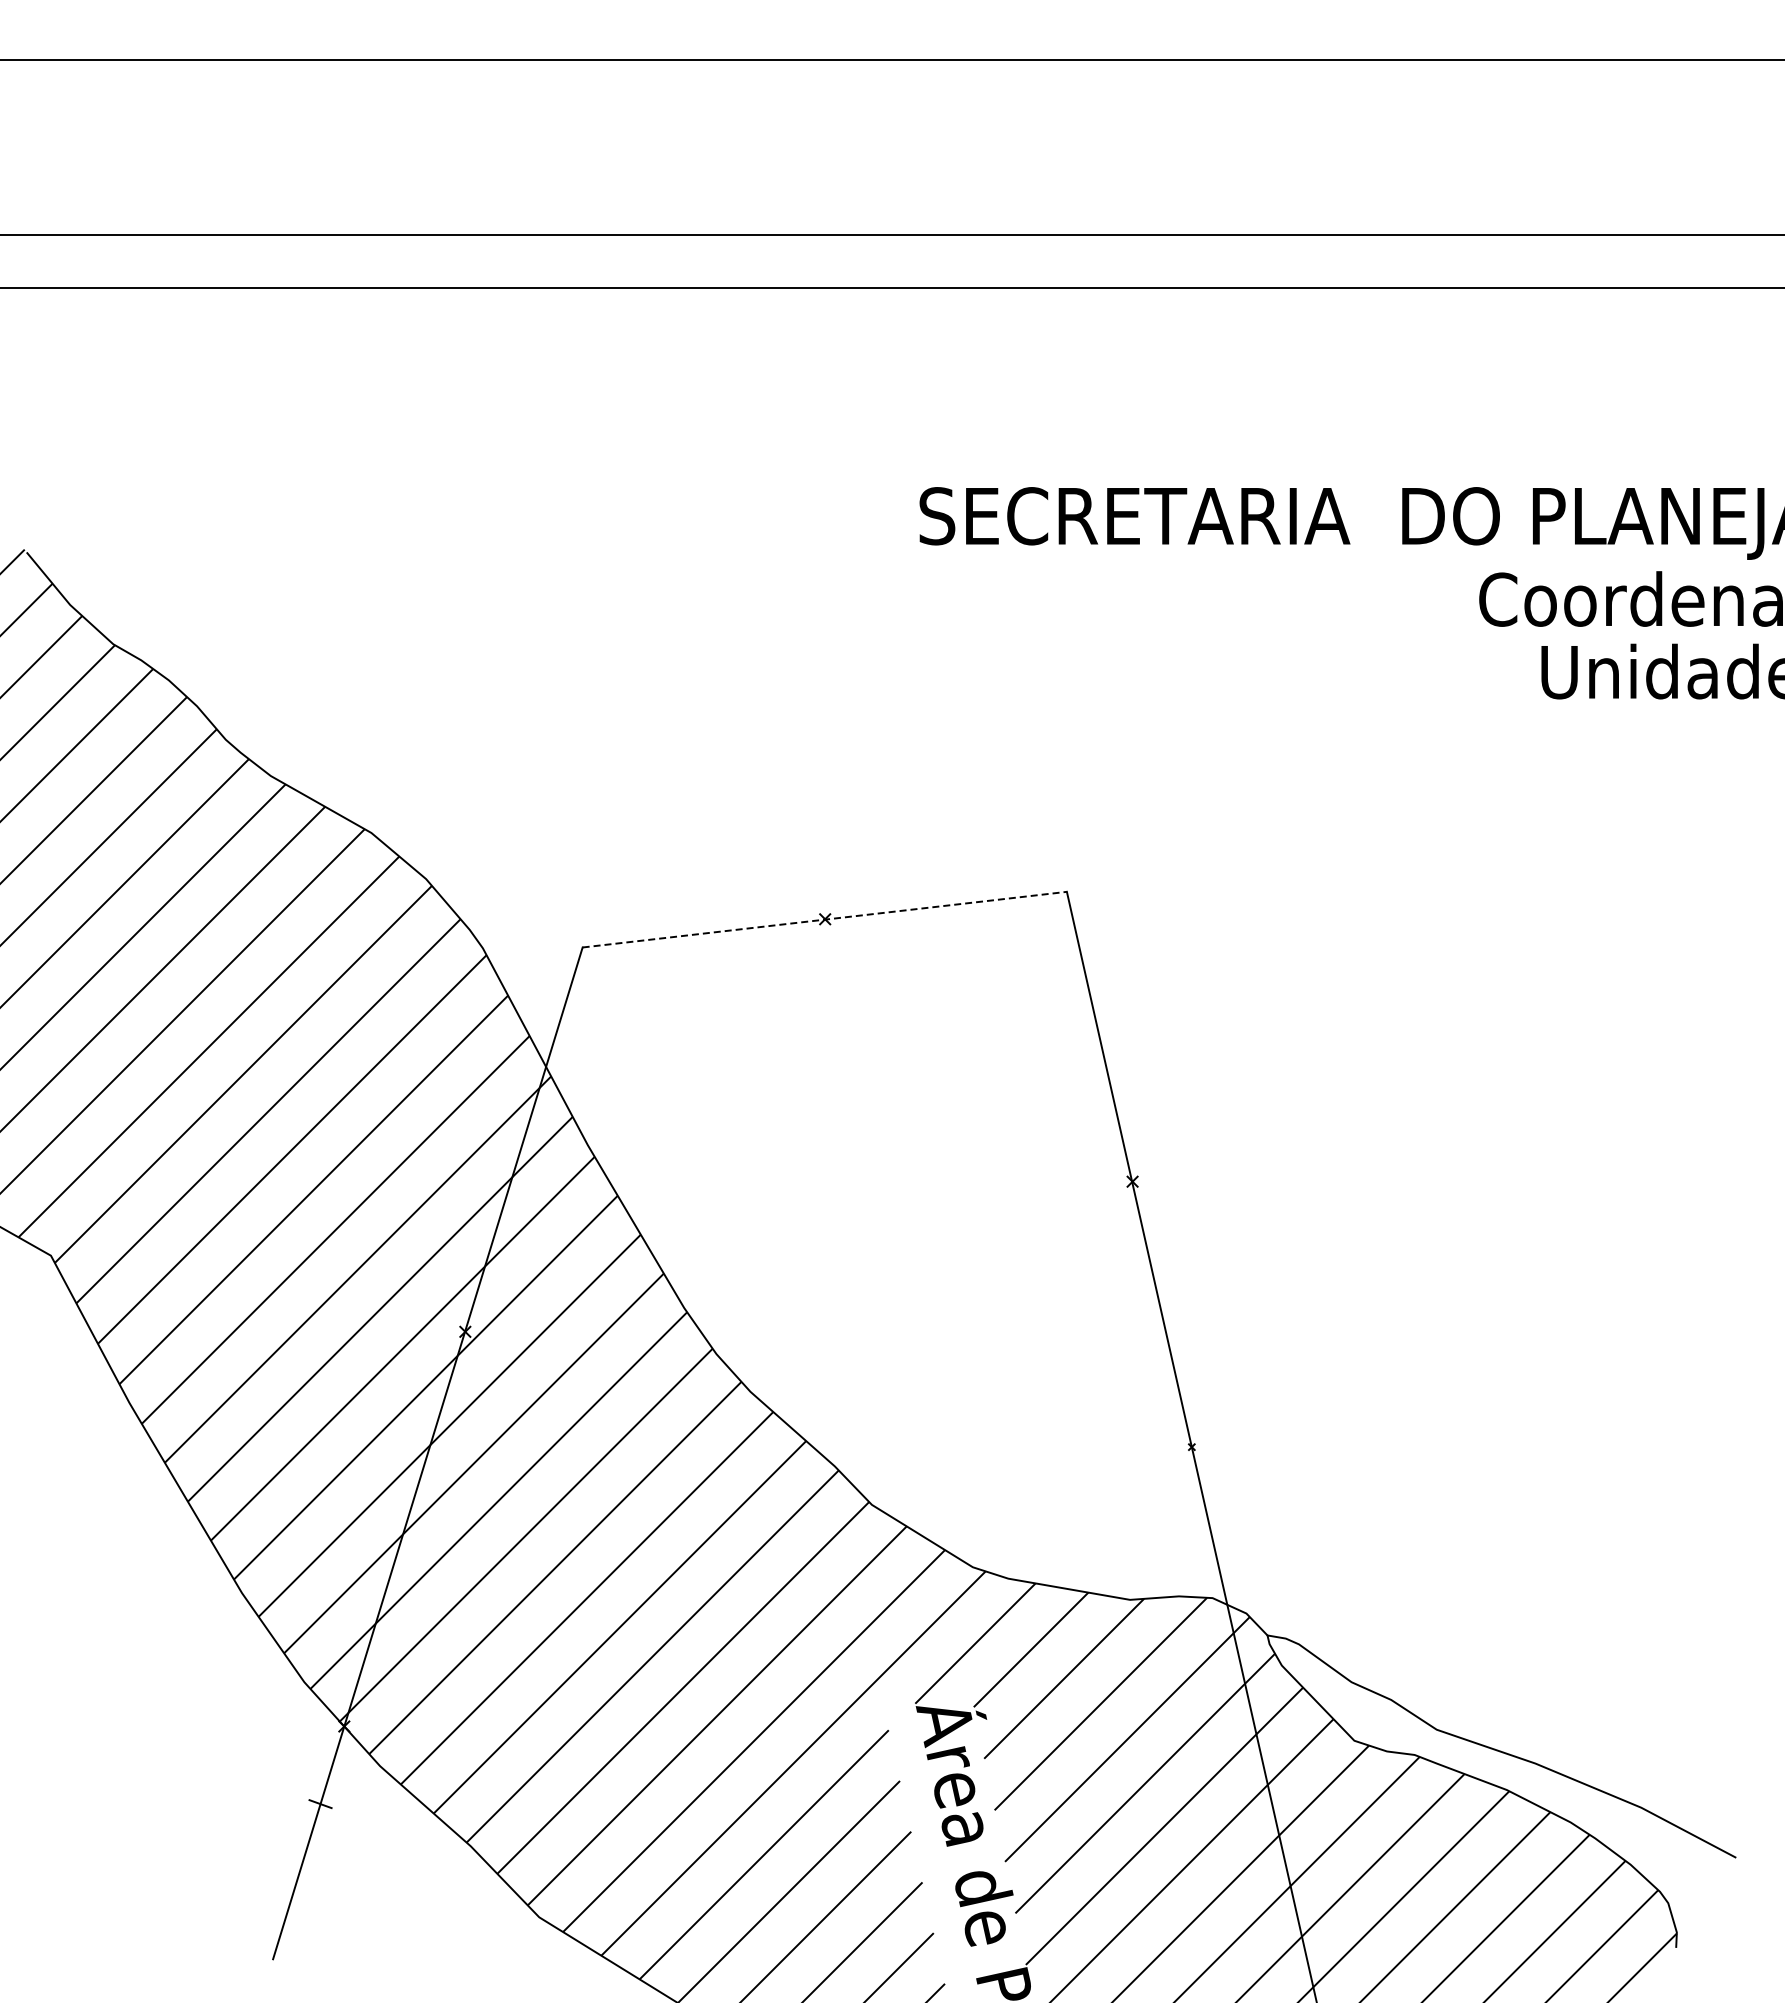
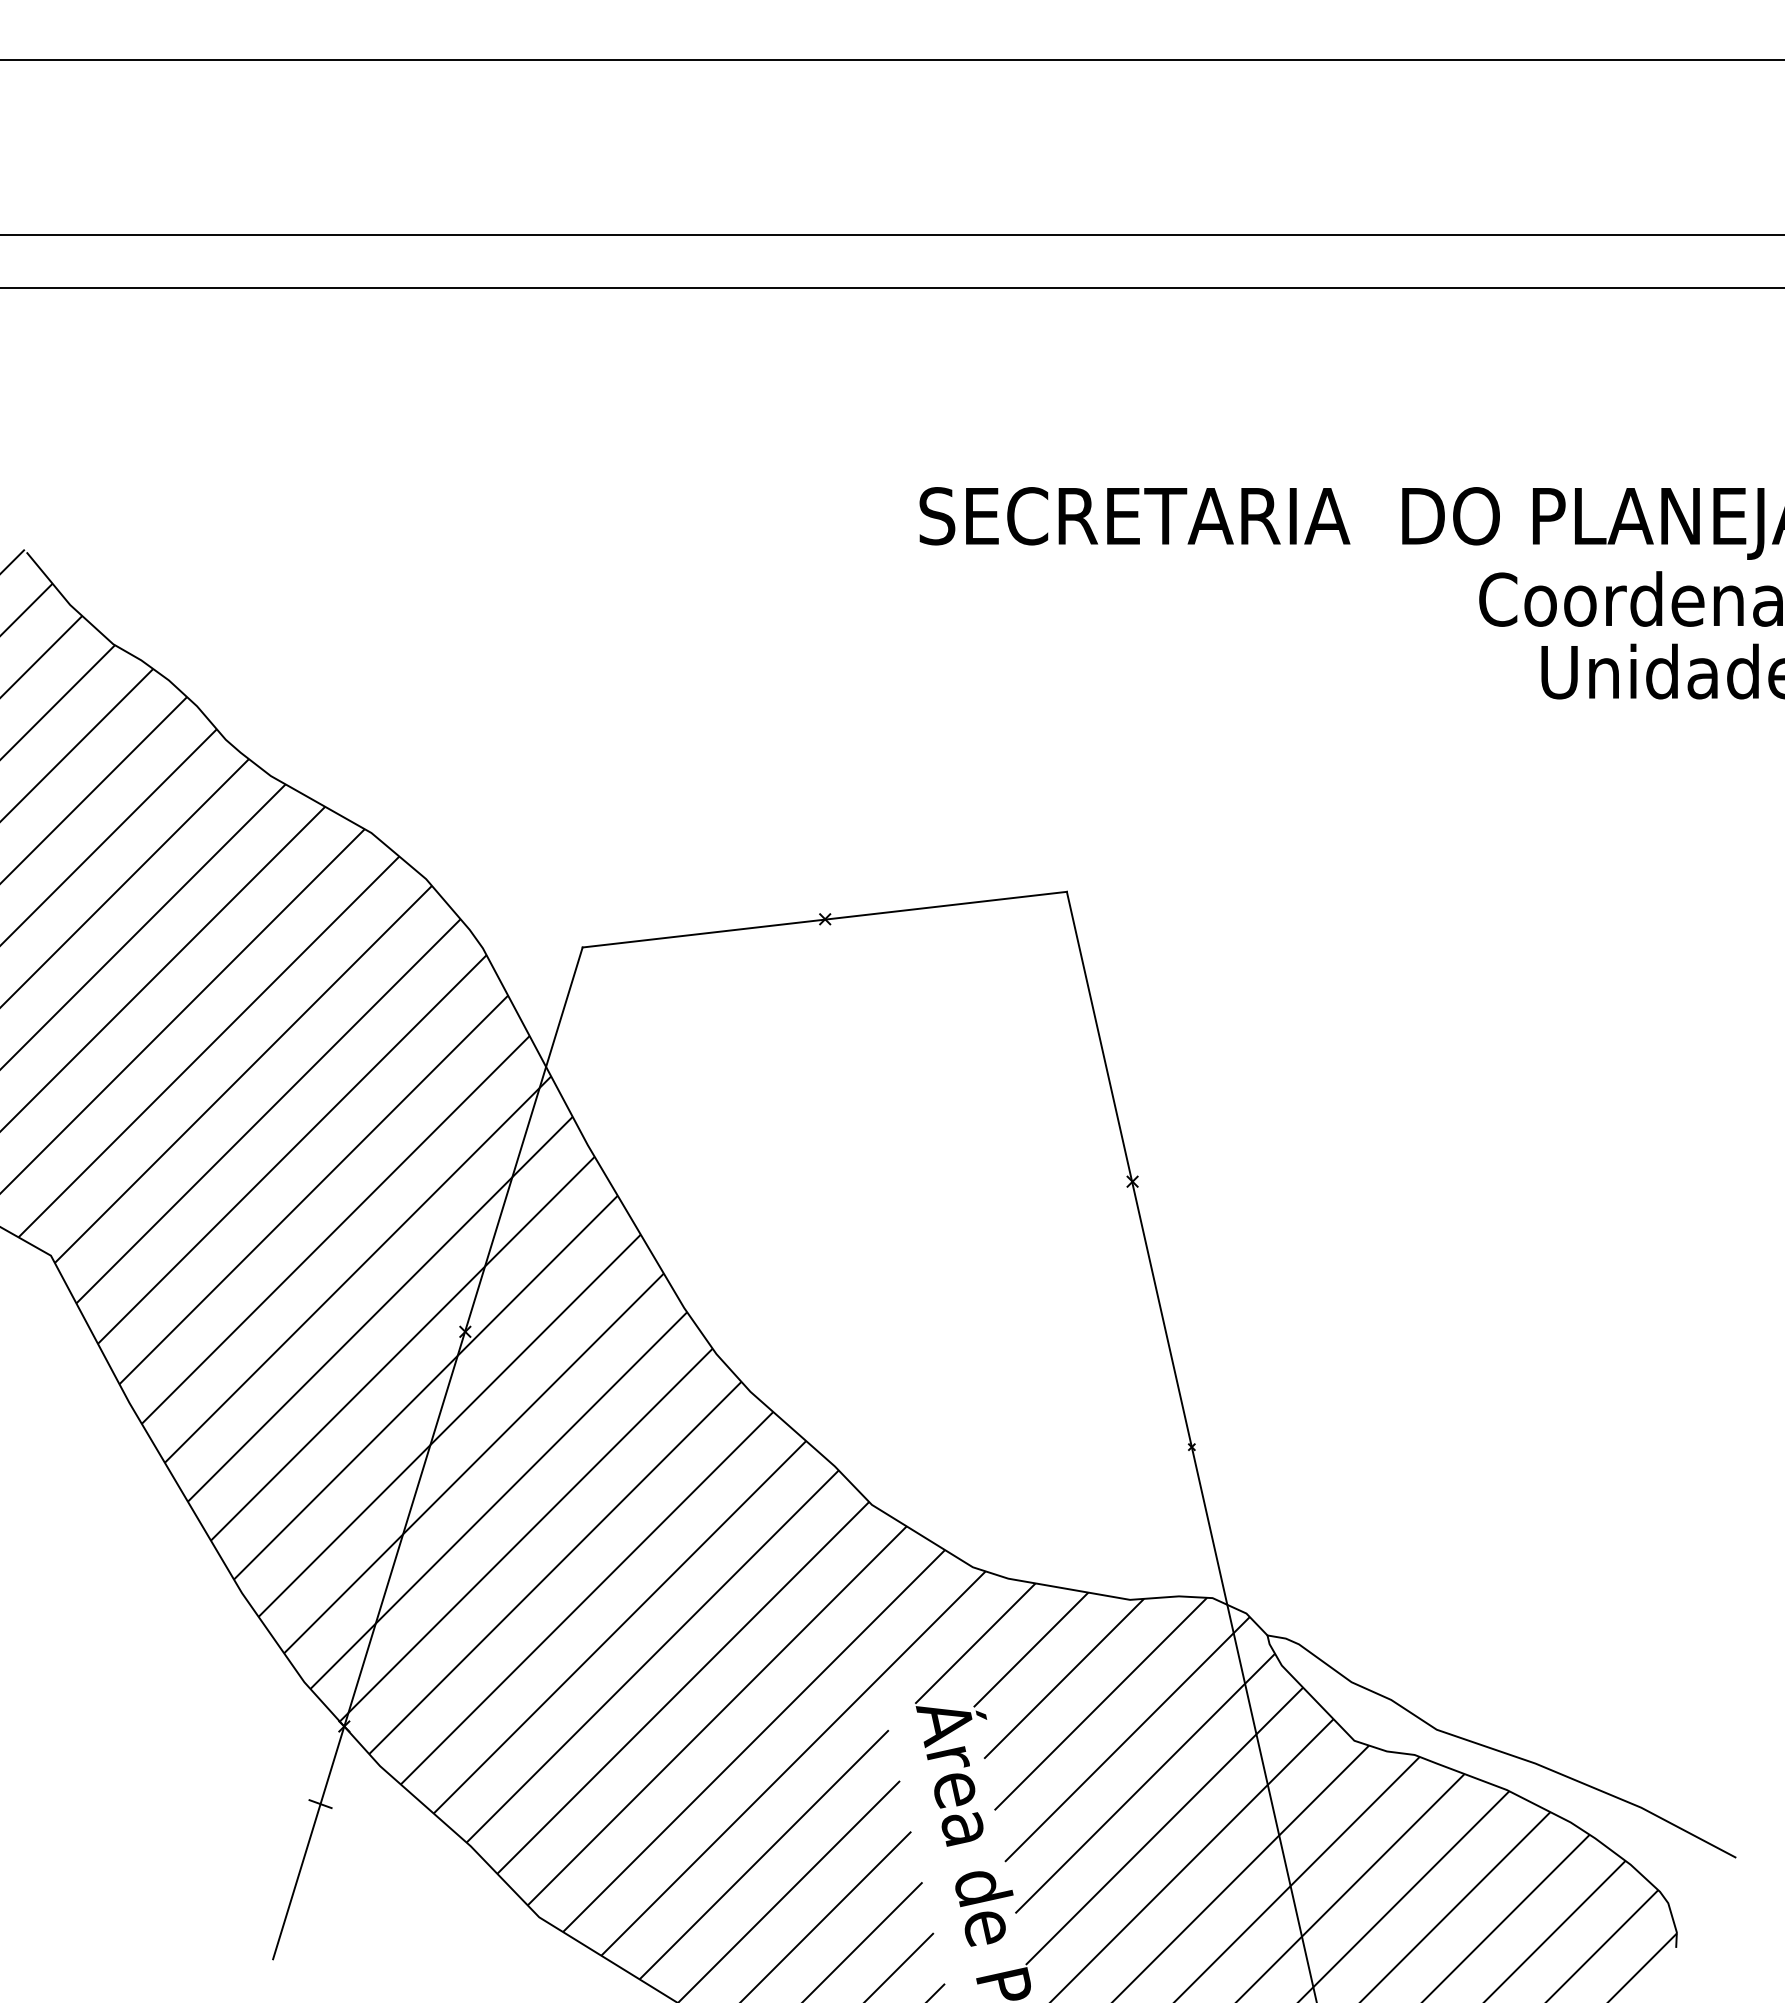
line at (824, 919): dashed -> solid
